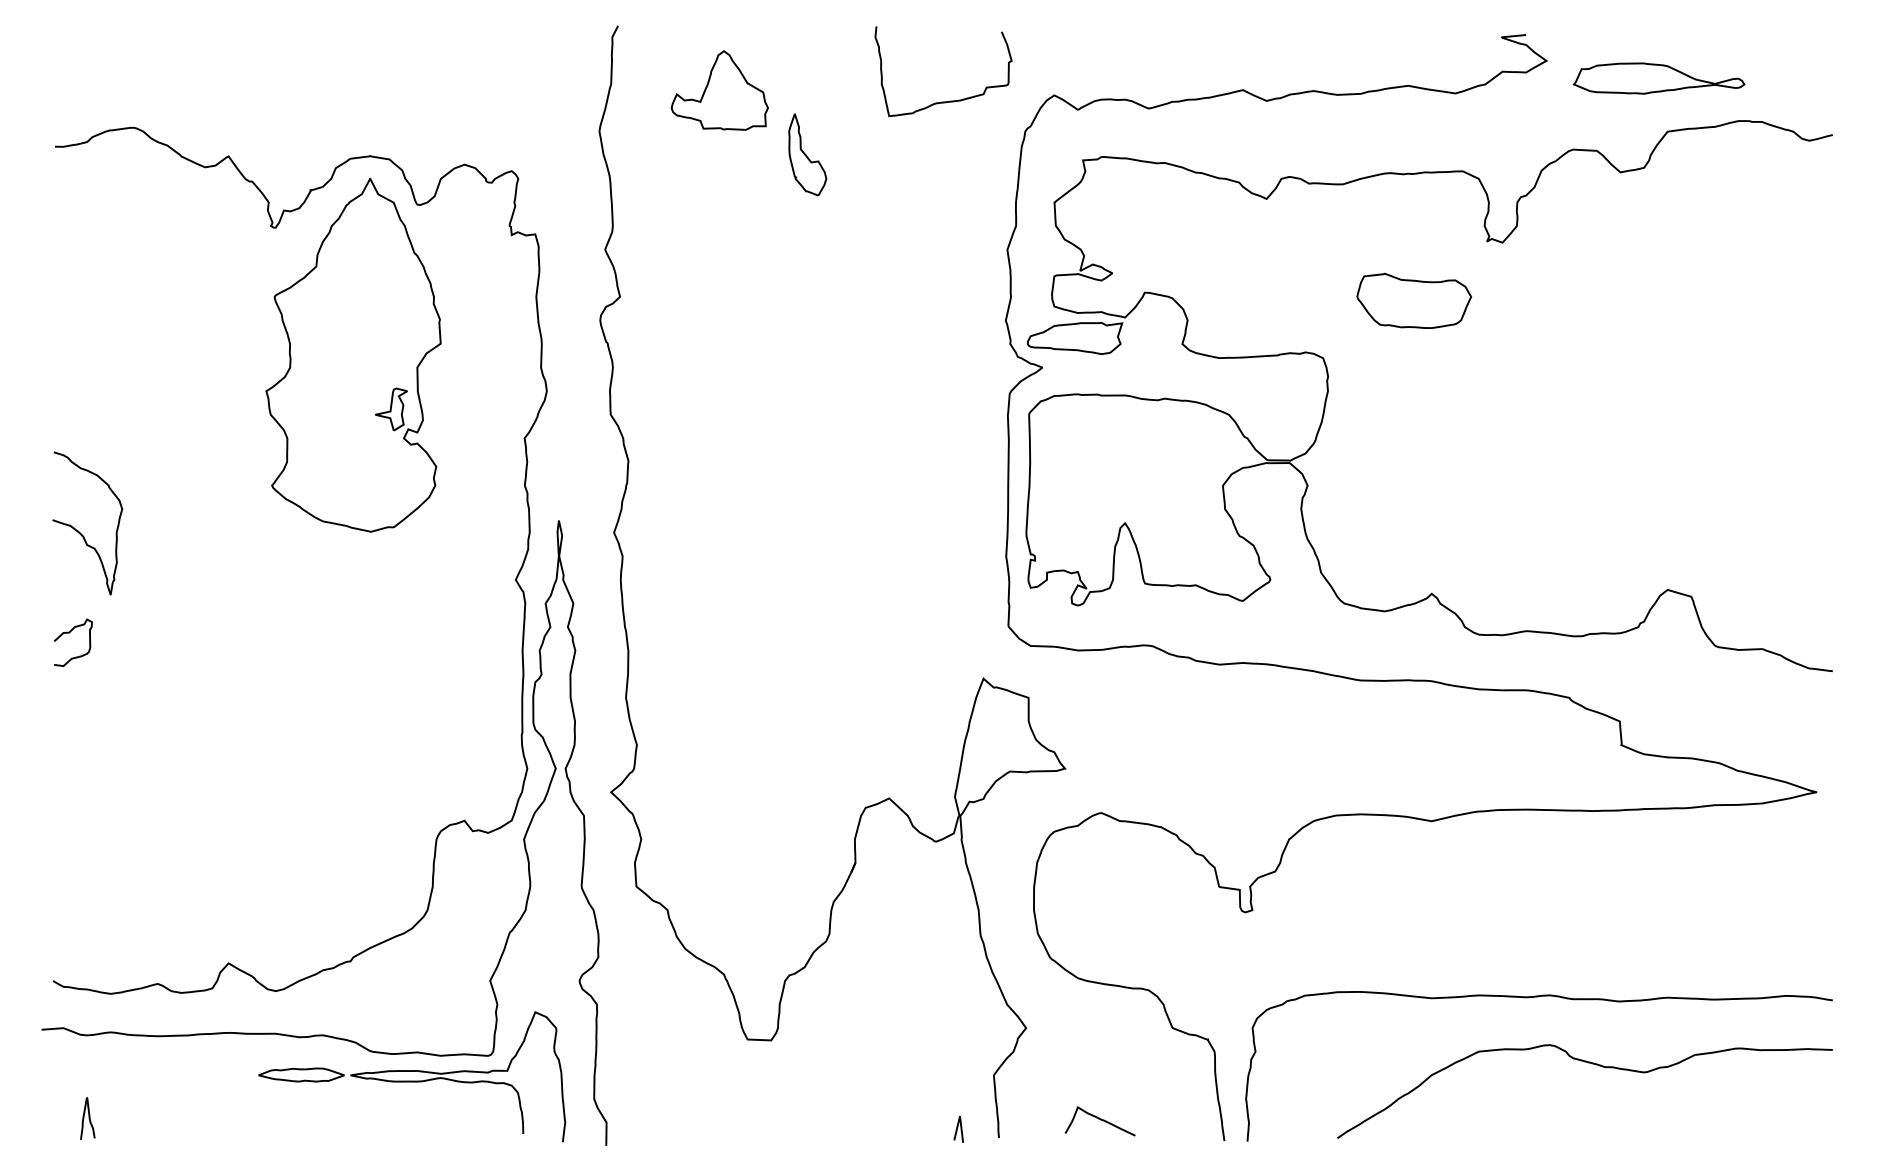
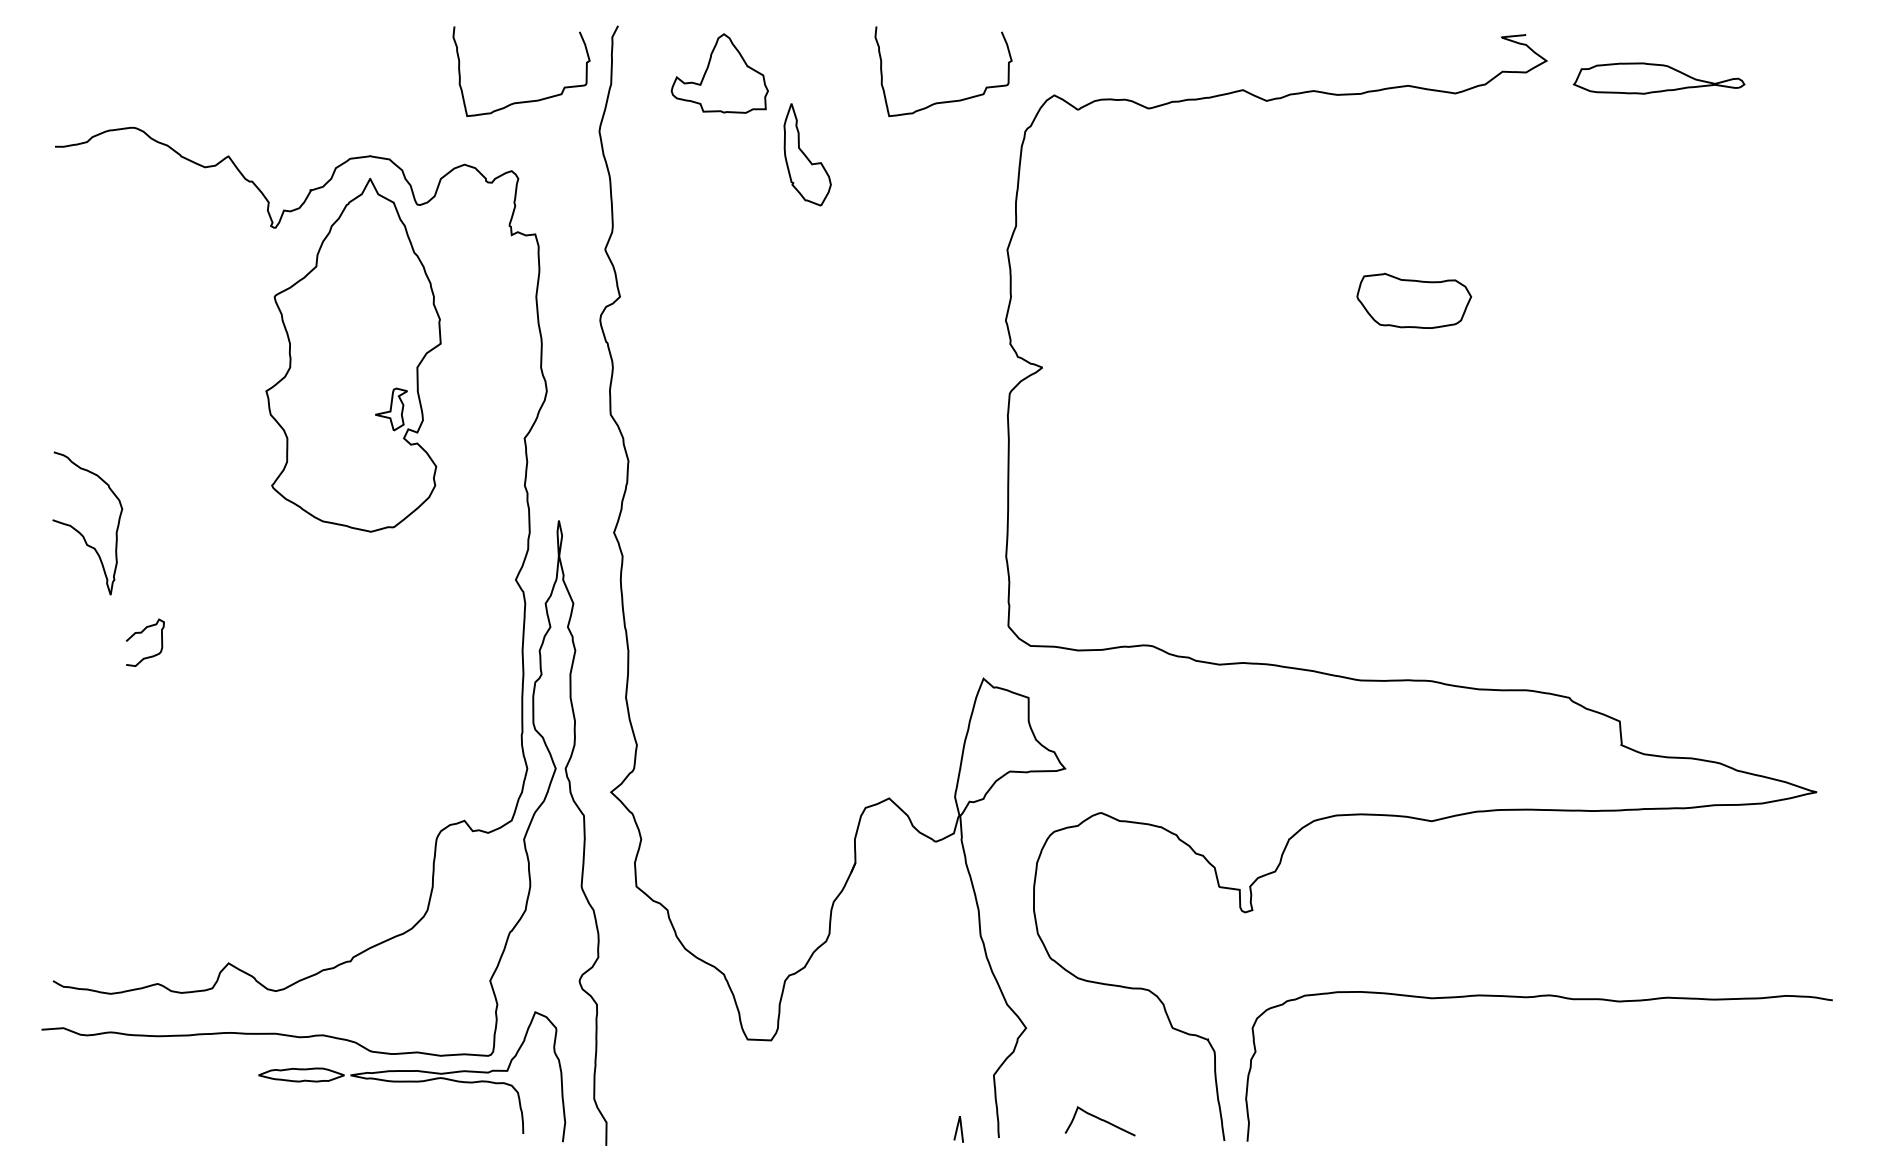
part at (719, 90) position: (719, 90) -> (719, 73)
curve at (527, 100): none -> present
part at (807, 154) size: 40x84 px -> 49x104 px
part at (1328, 394): present -> none
curve at (69, 633) position: (69, 633) -> (141, 633)
curve at (1592, 1064): present -> none
curve at (88, 1118): present -> none
